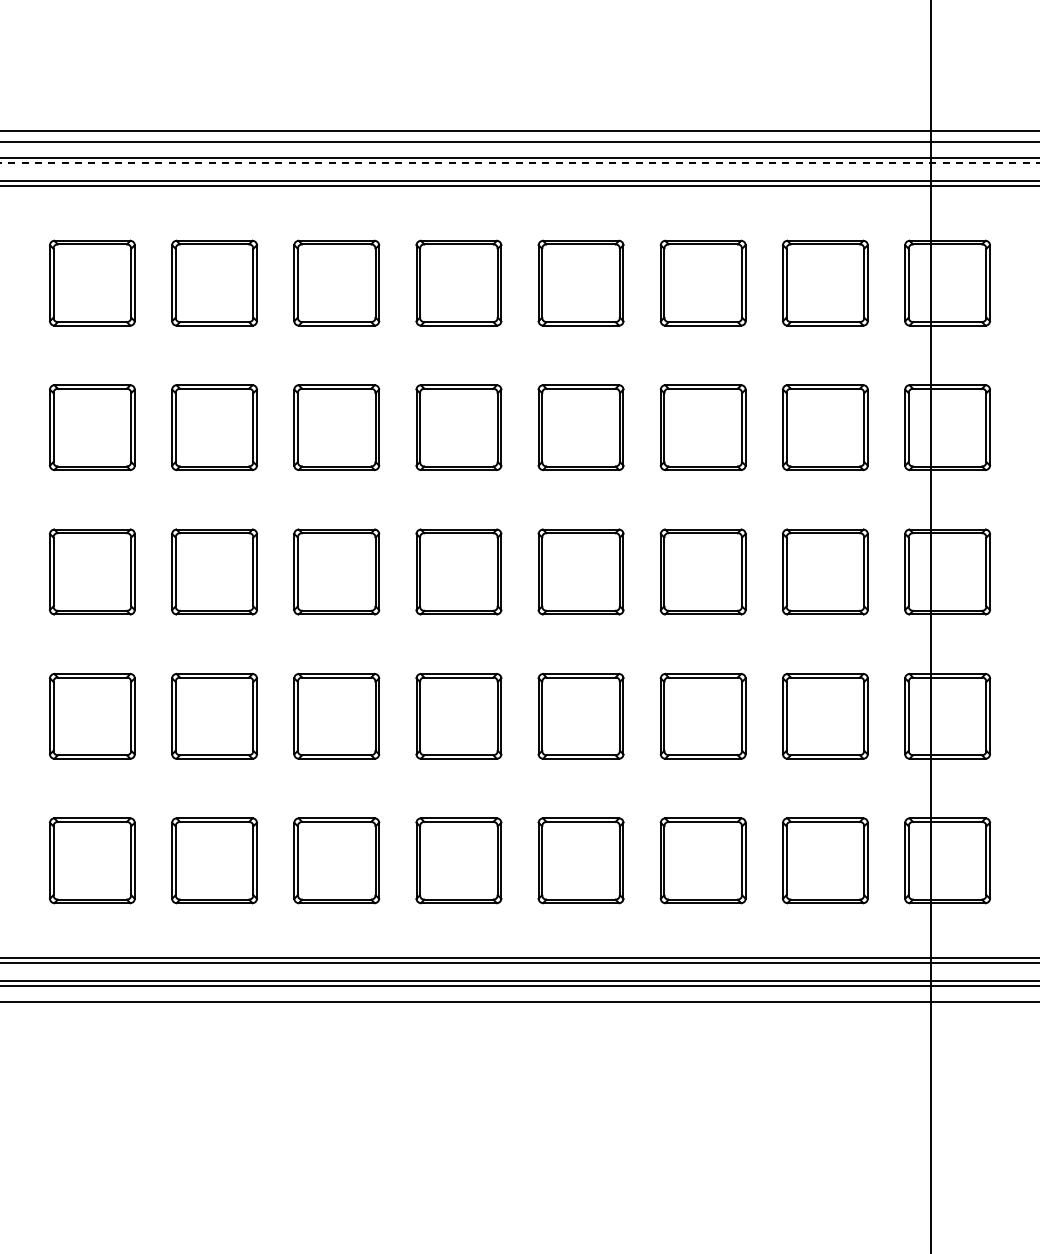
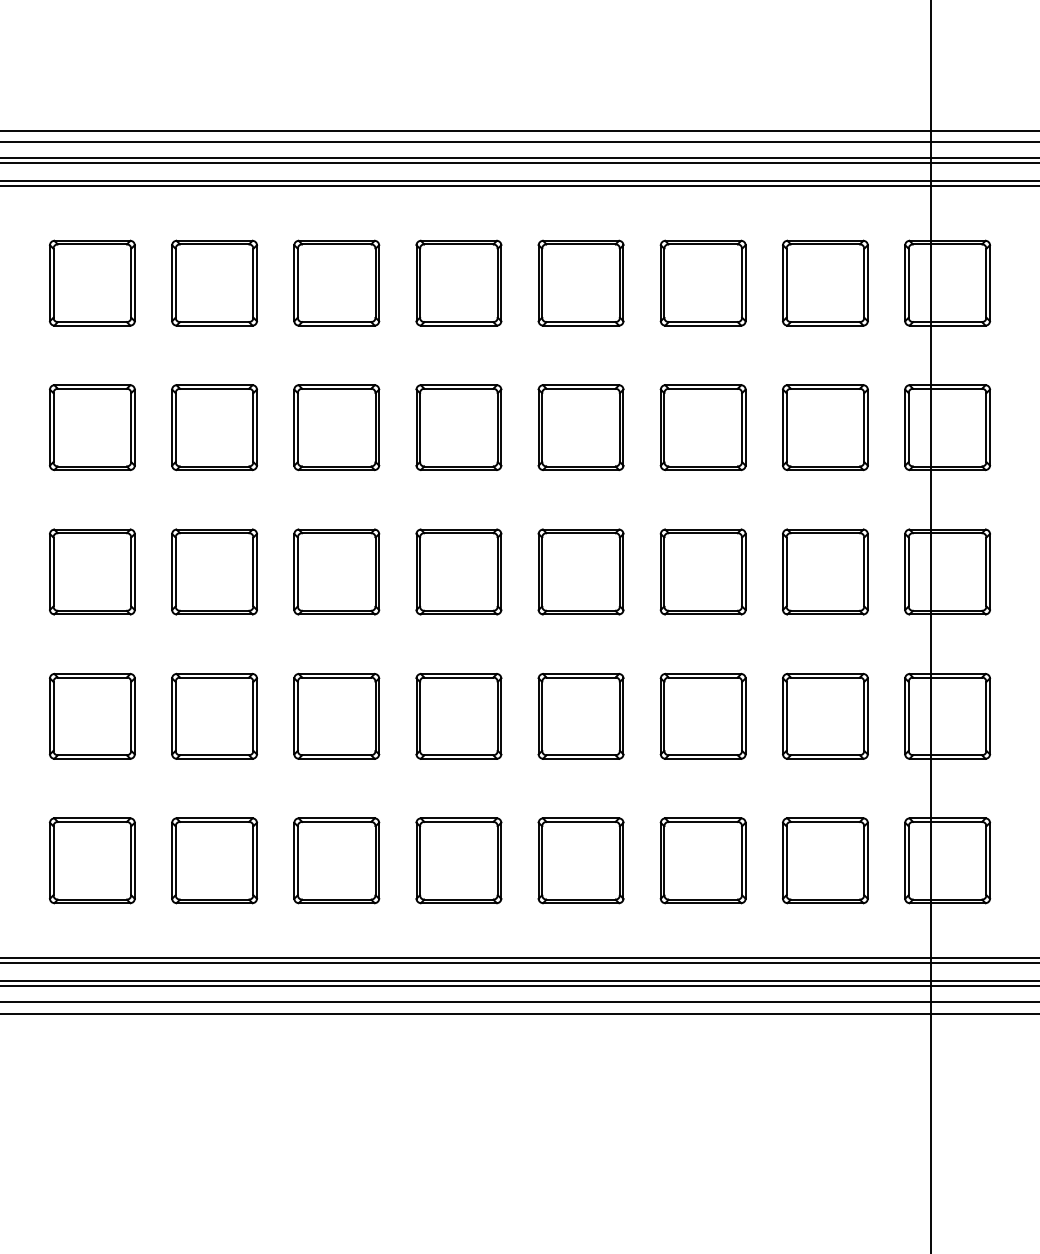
line at (520, 163): dashed -> solid
line at (519, 1013): none -> present
